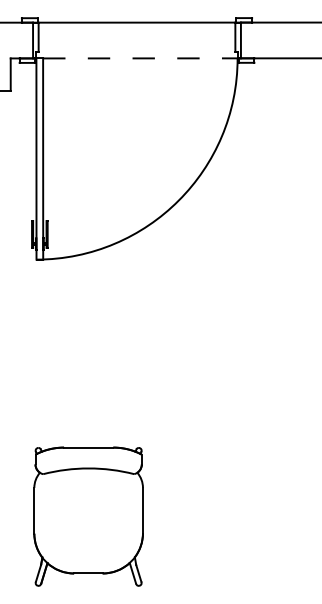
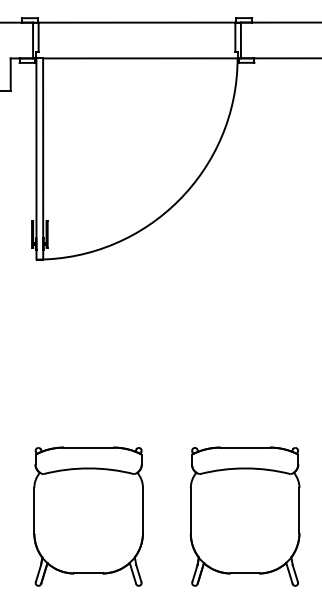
line at (140, 58): dashed -> solid
part at (244, 516): none -> present
